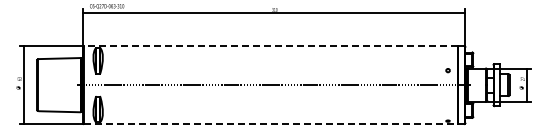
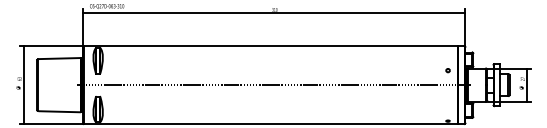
line at (270, 46): dashed -> solid
line at (270, 123): dashed -> solid
